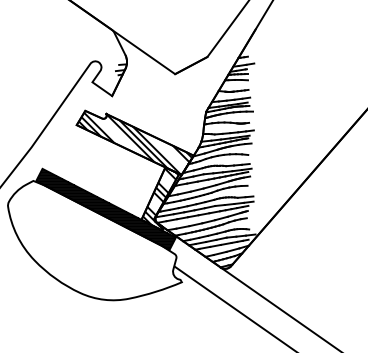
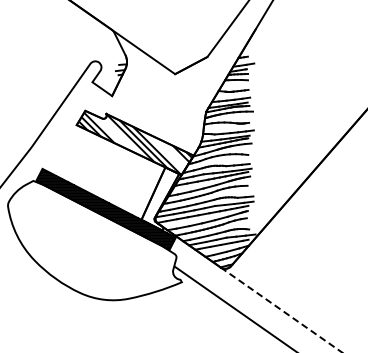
hatch at (160, 198): present -> none
line at (281, 310): solid -> dashed
